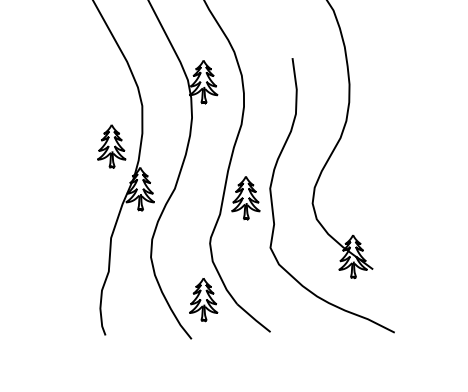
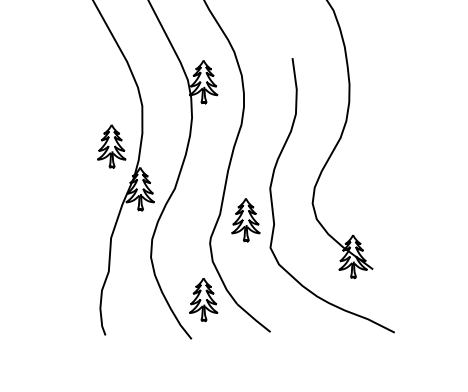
part at (245, 198) position: (245, 198) -> (245, 220)
